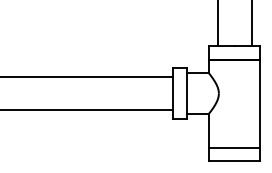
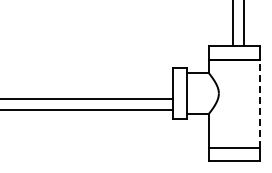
line at (217, 24) position: (217, 24) -> (232, 24)
line at (251, 24) position: (251, 24) -> (243, 24)
line at (87, 76) position: (87, 76) -> (87, 98)
line at (260, 103): solid -> dashed
